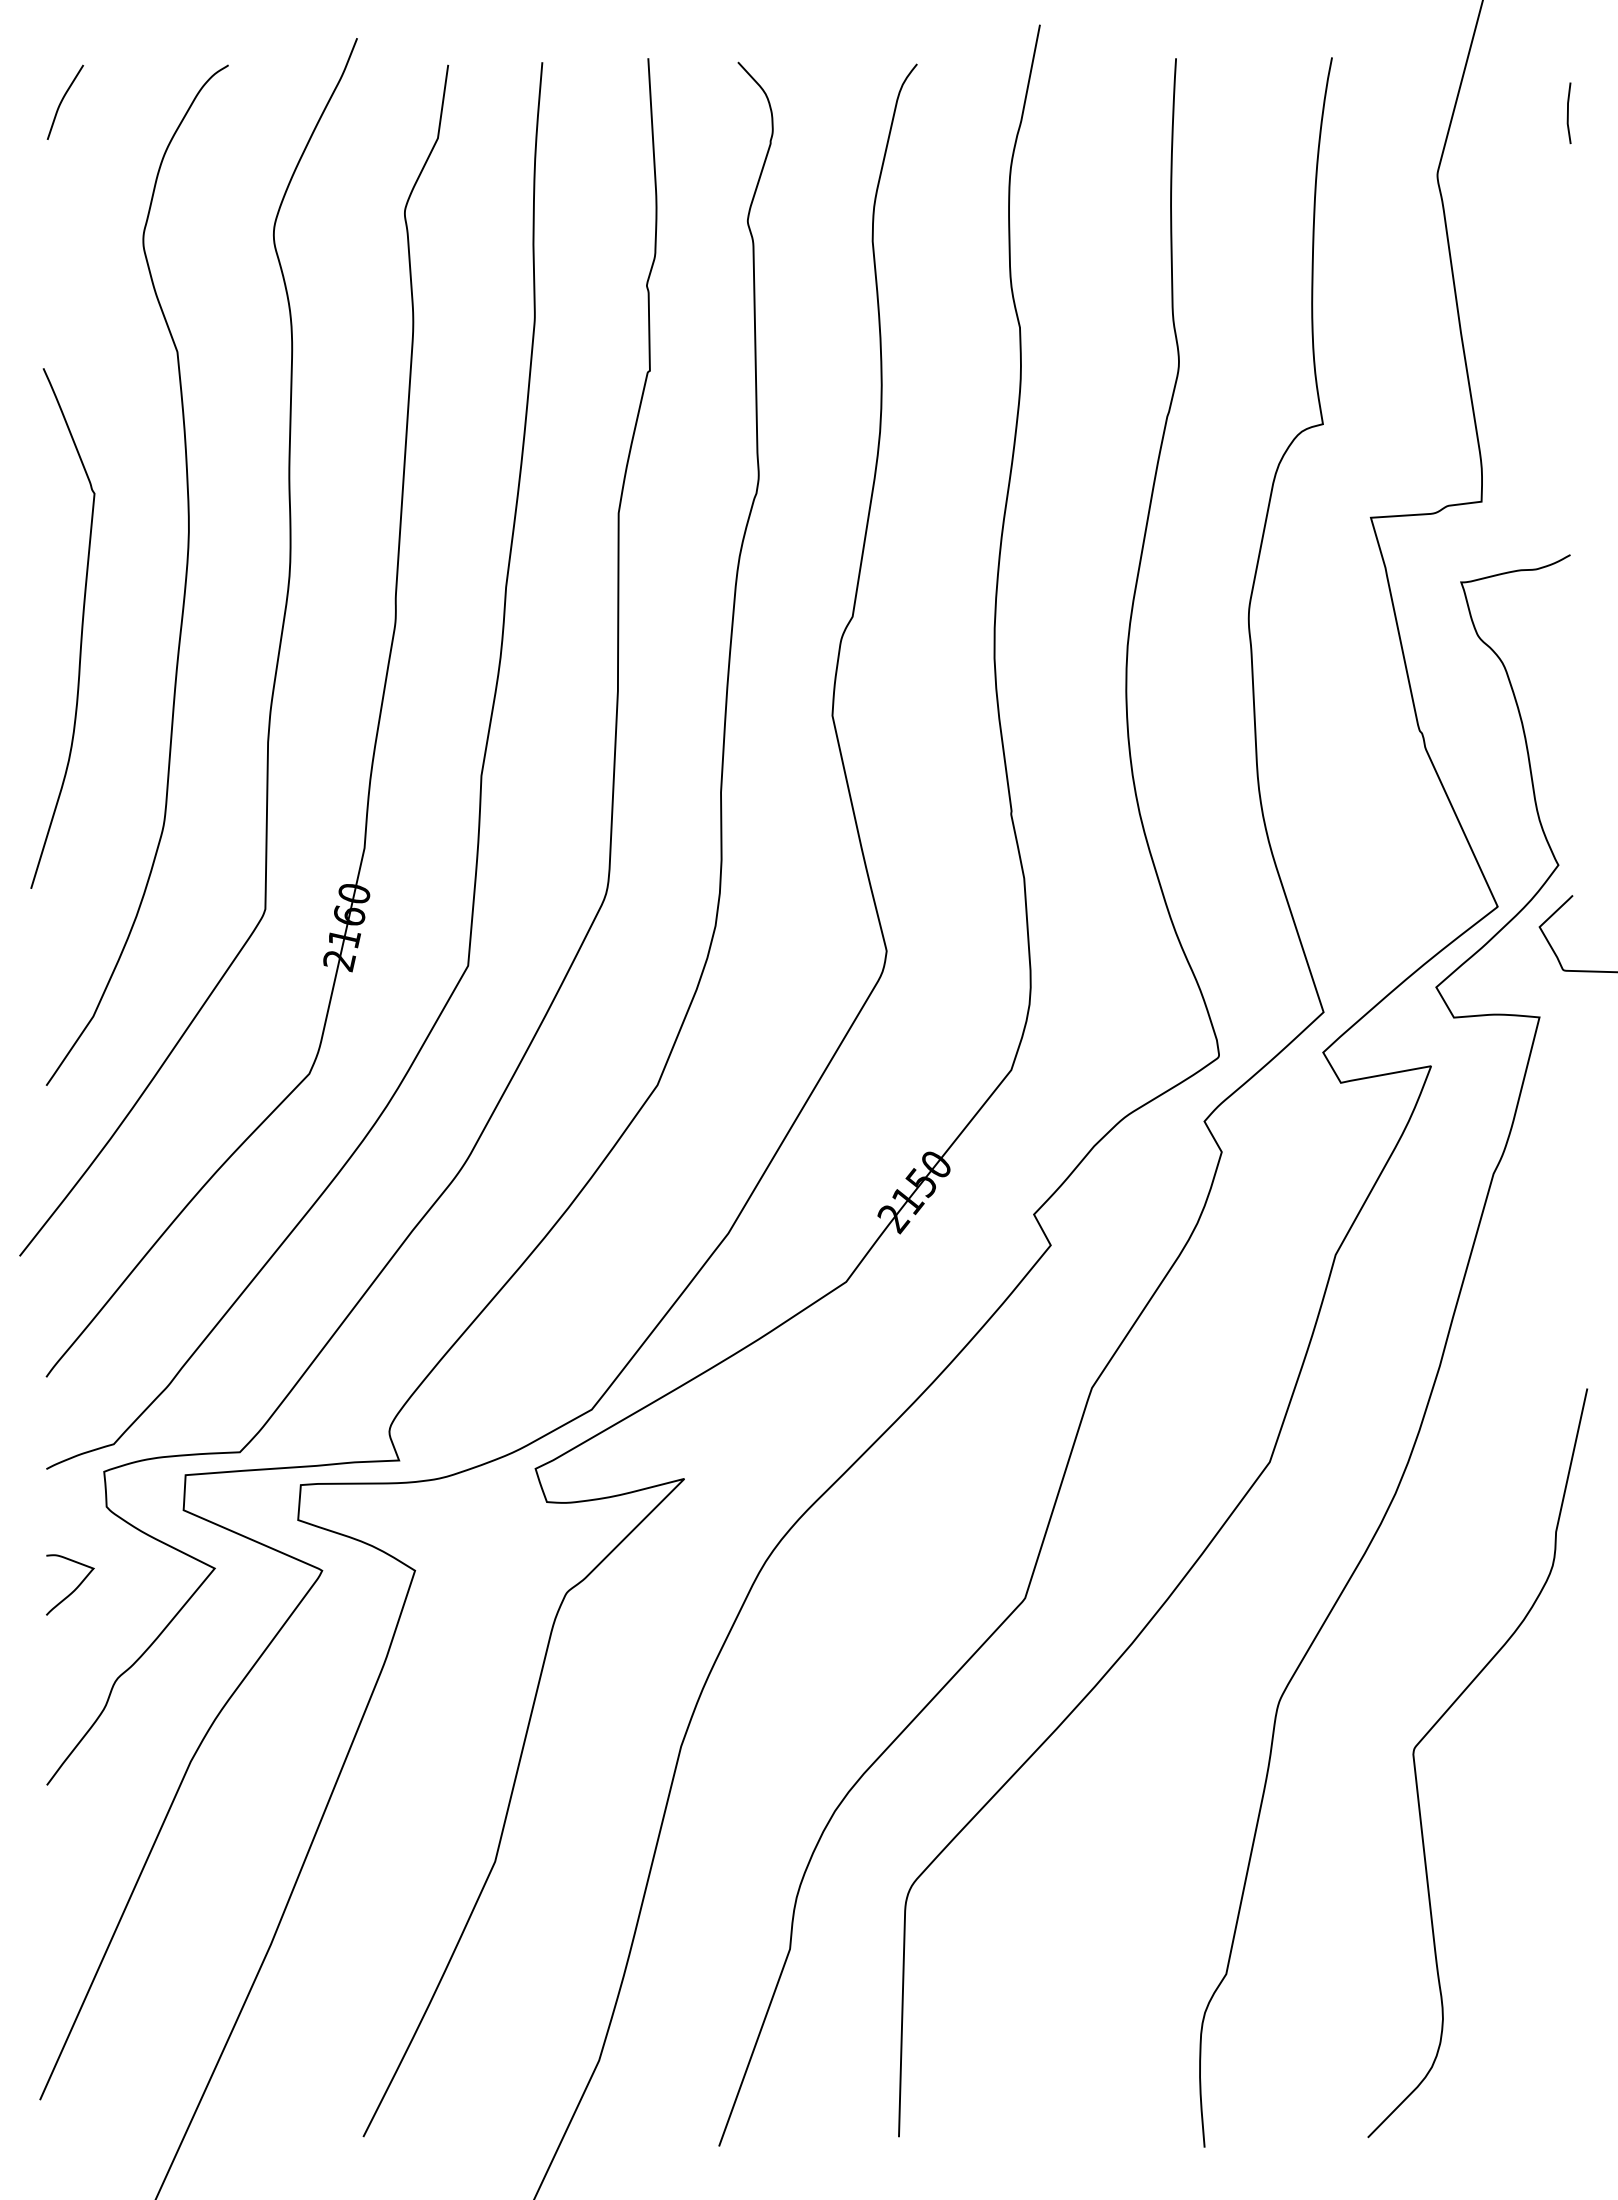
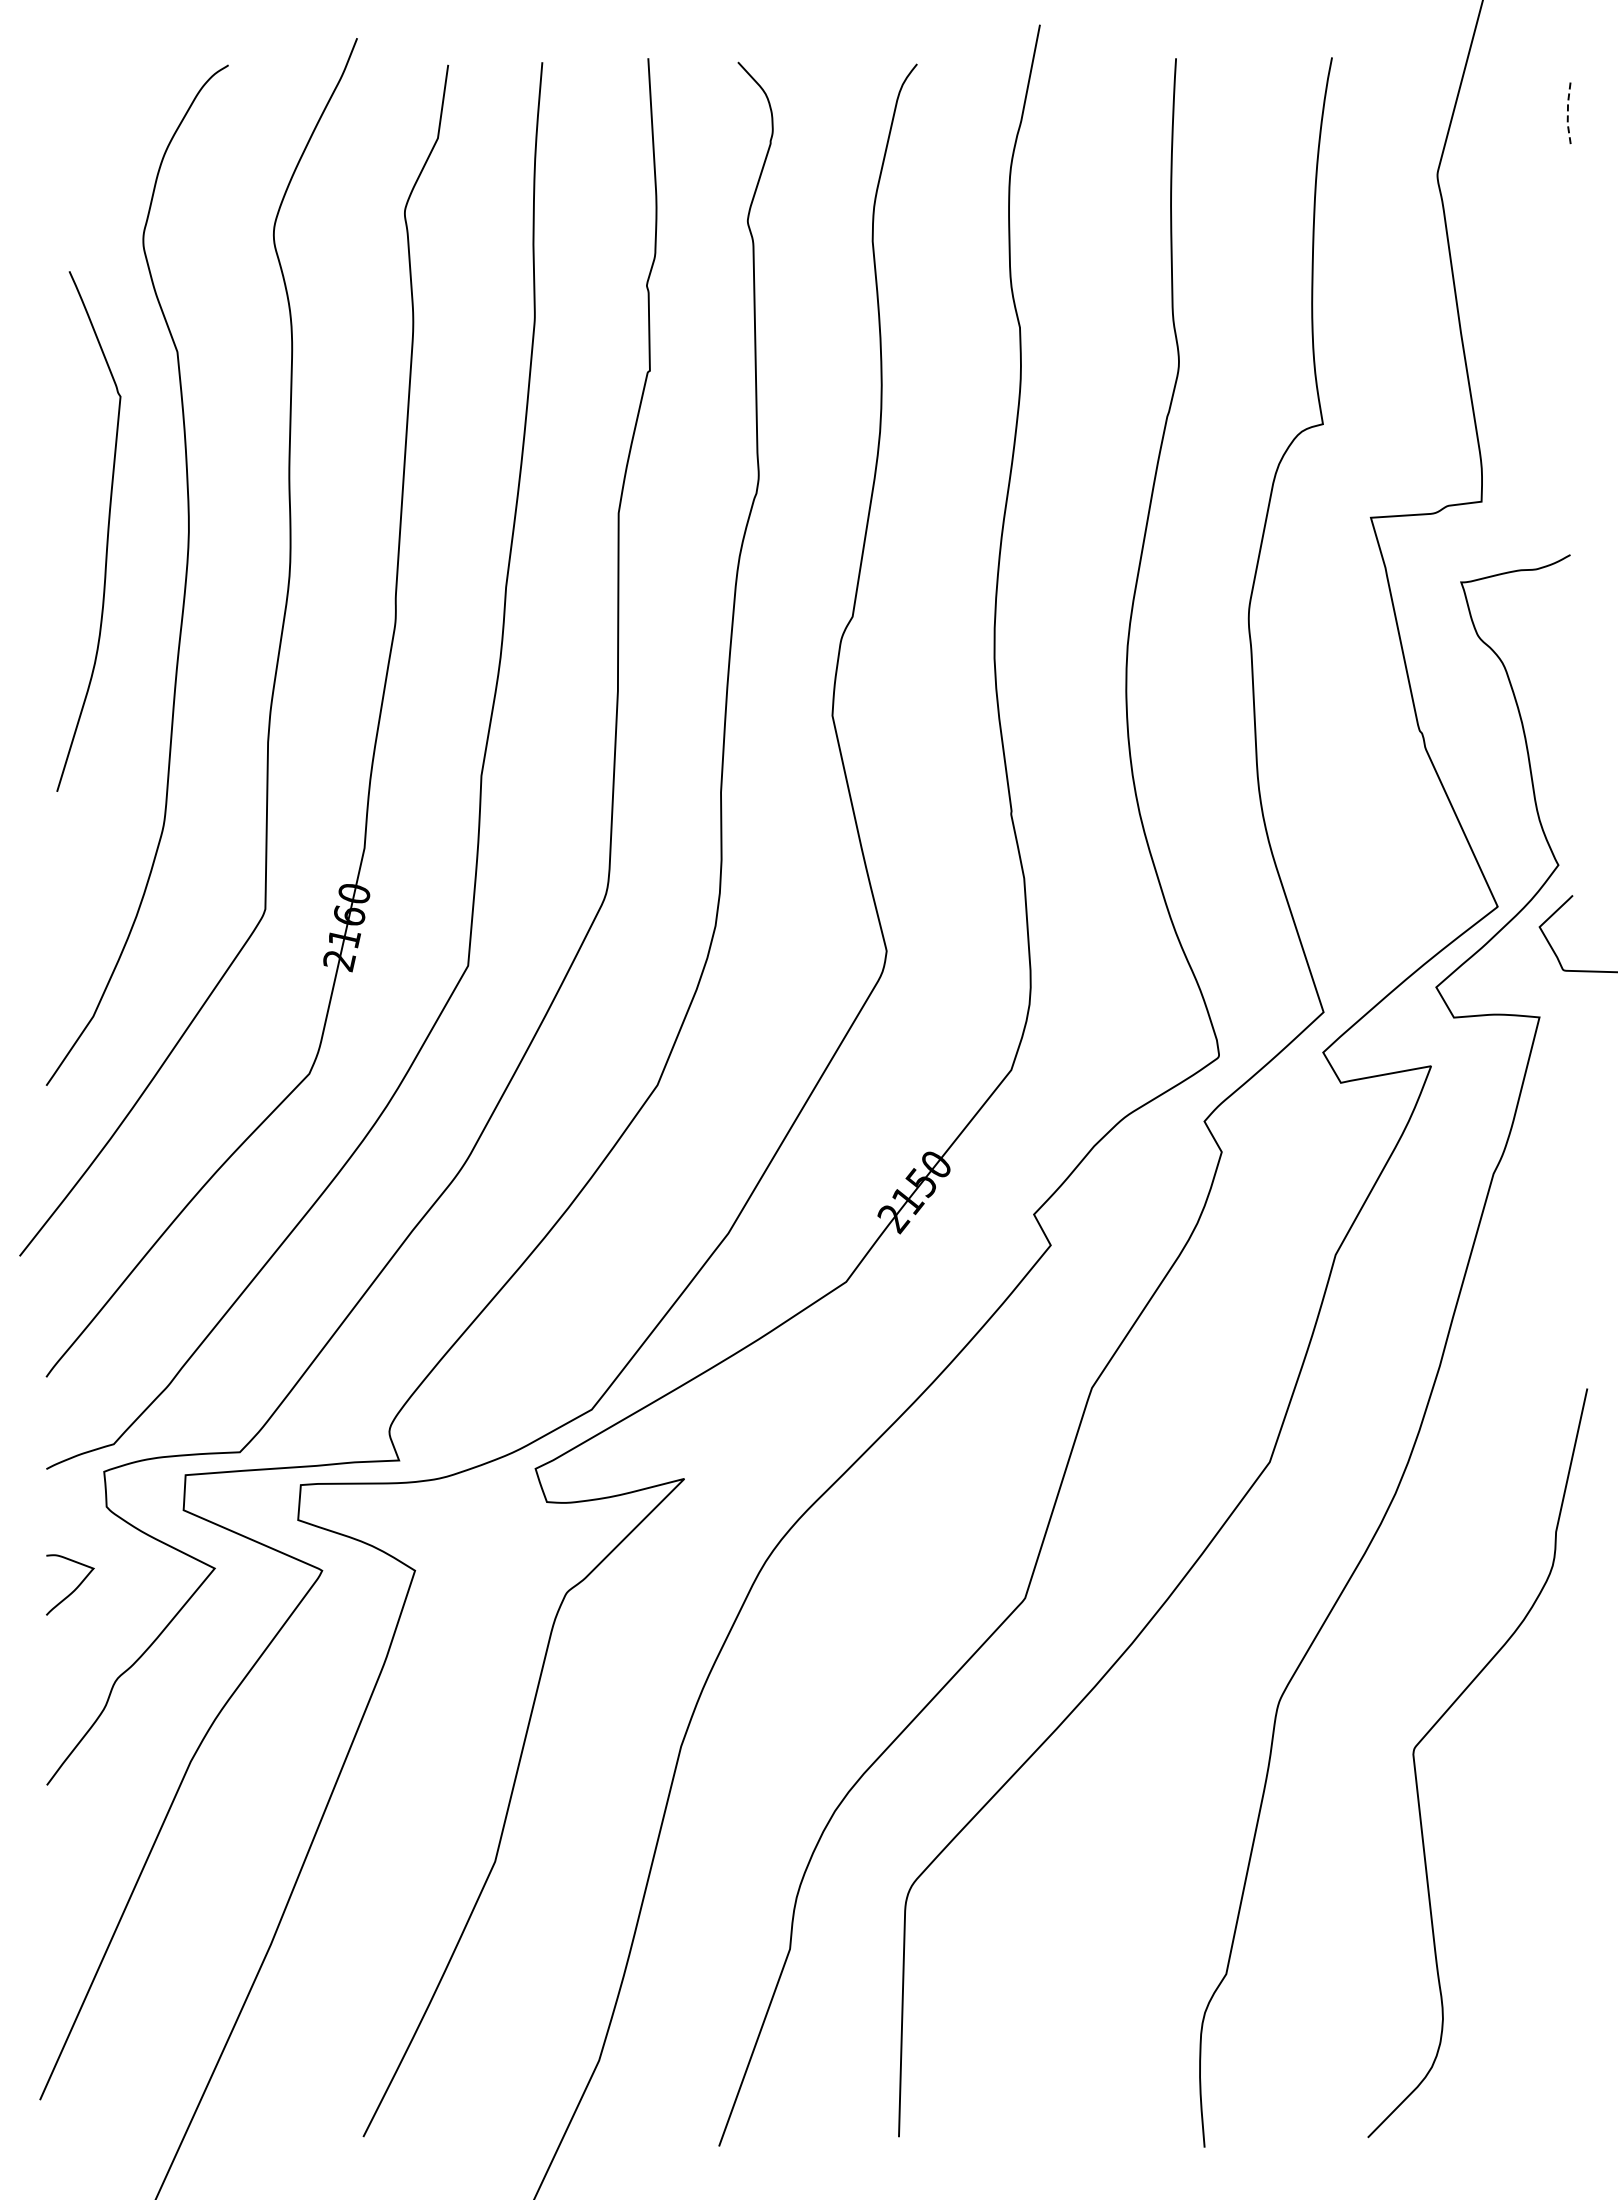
curve at (62, 101): present -> none
line at (1567, 114): solid -> dashed
curve at (81, 628) position: (81, 628) -> (107, 531)
